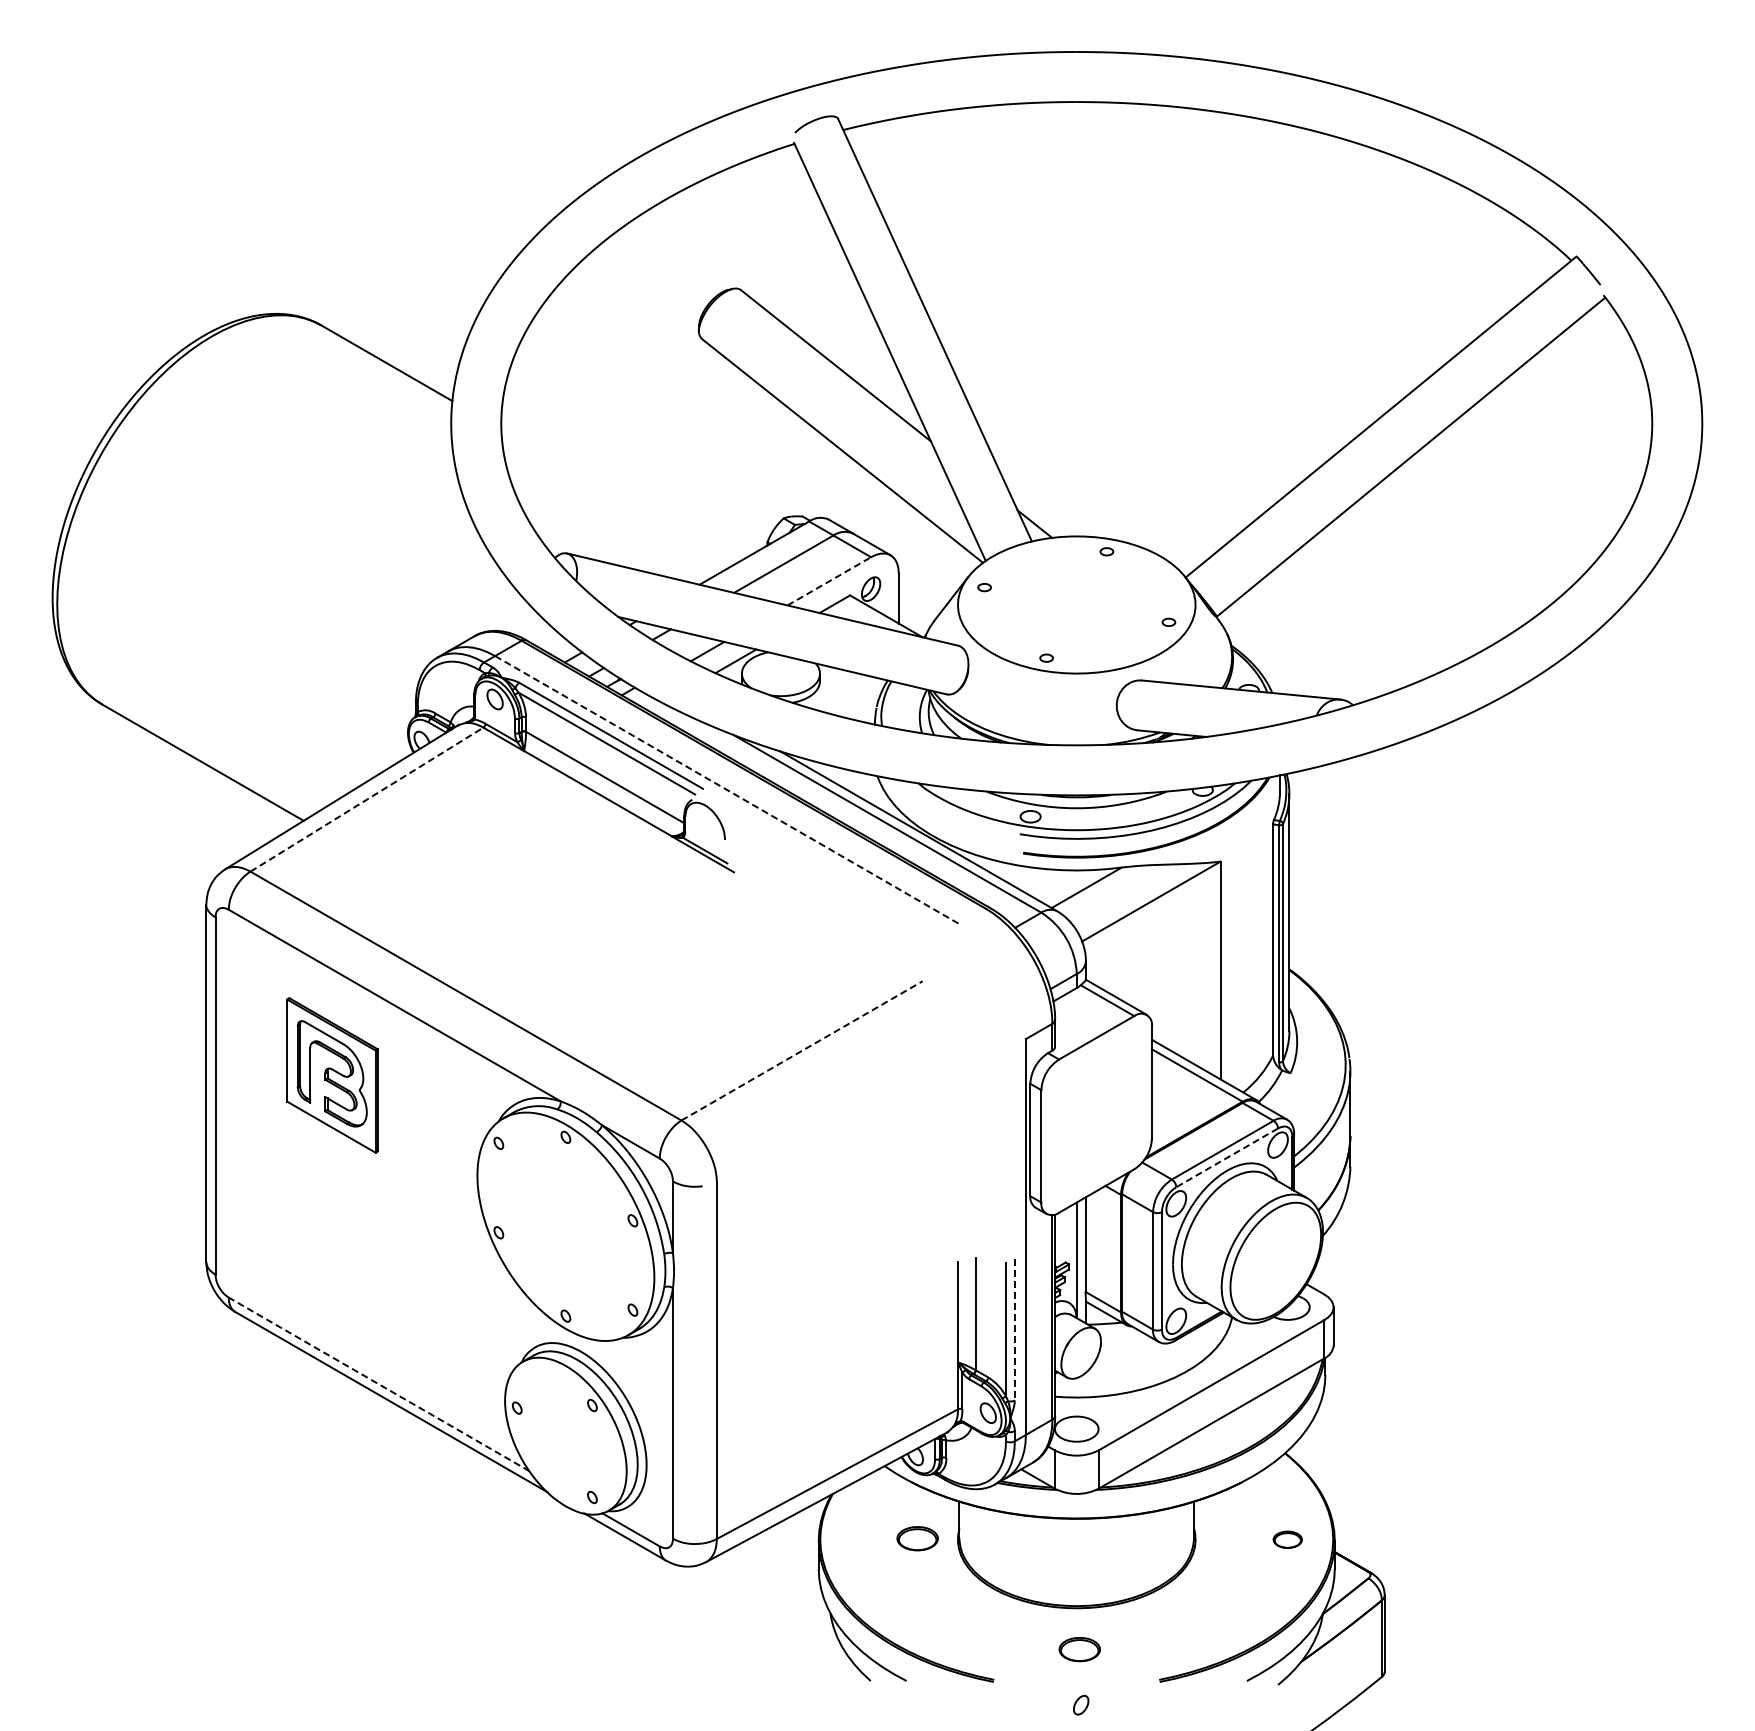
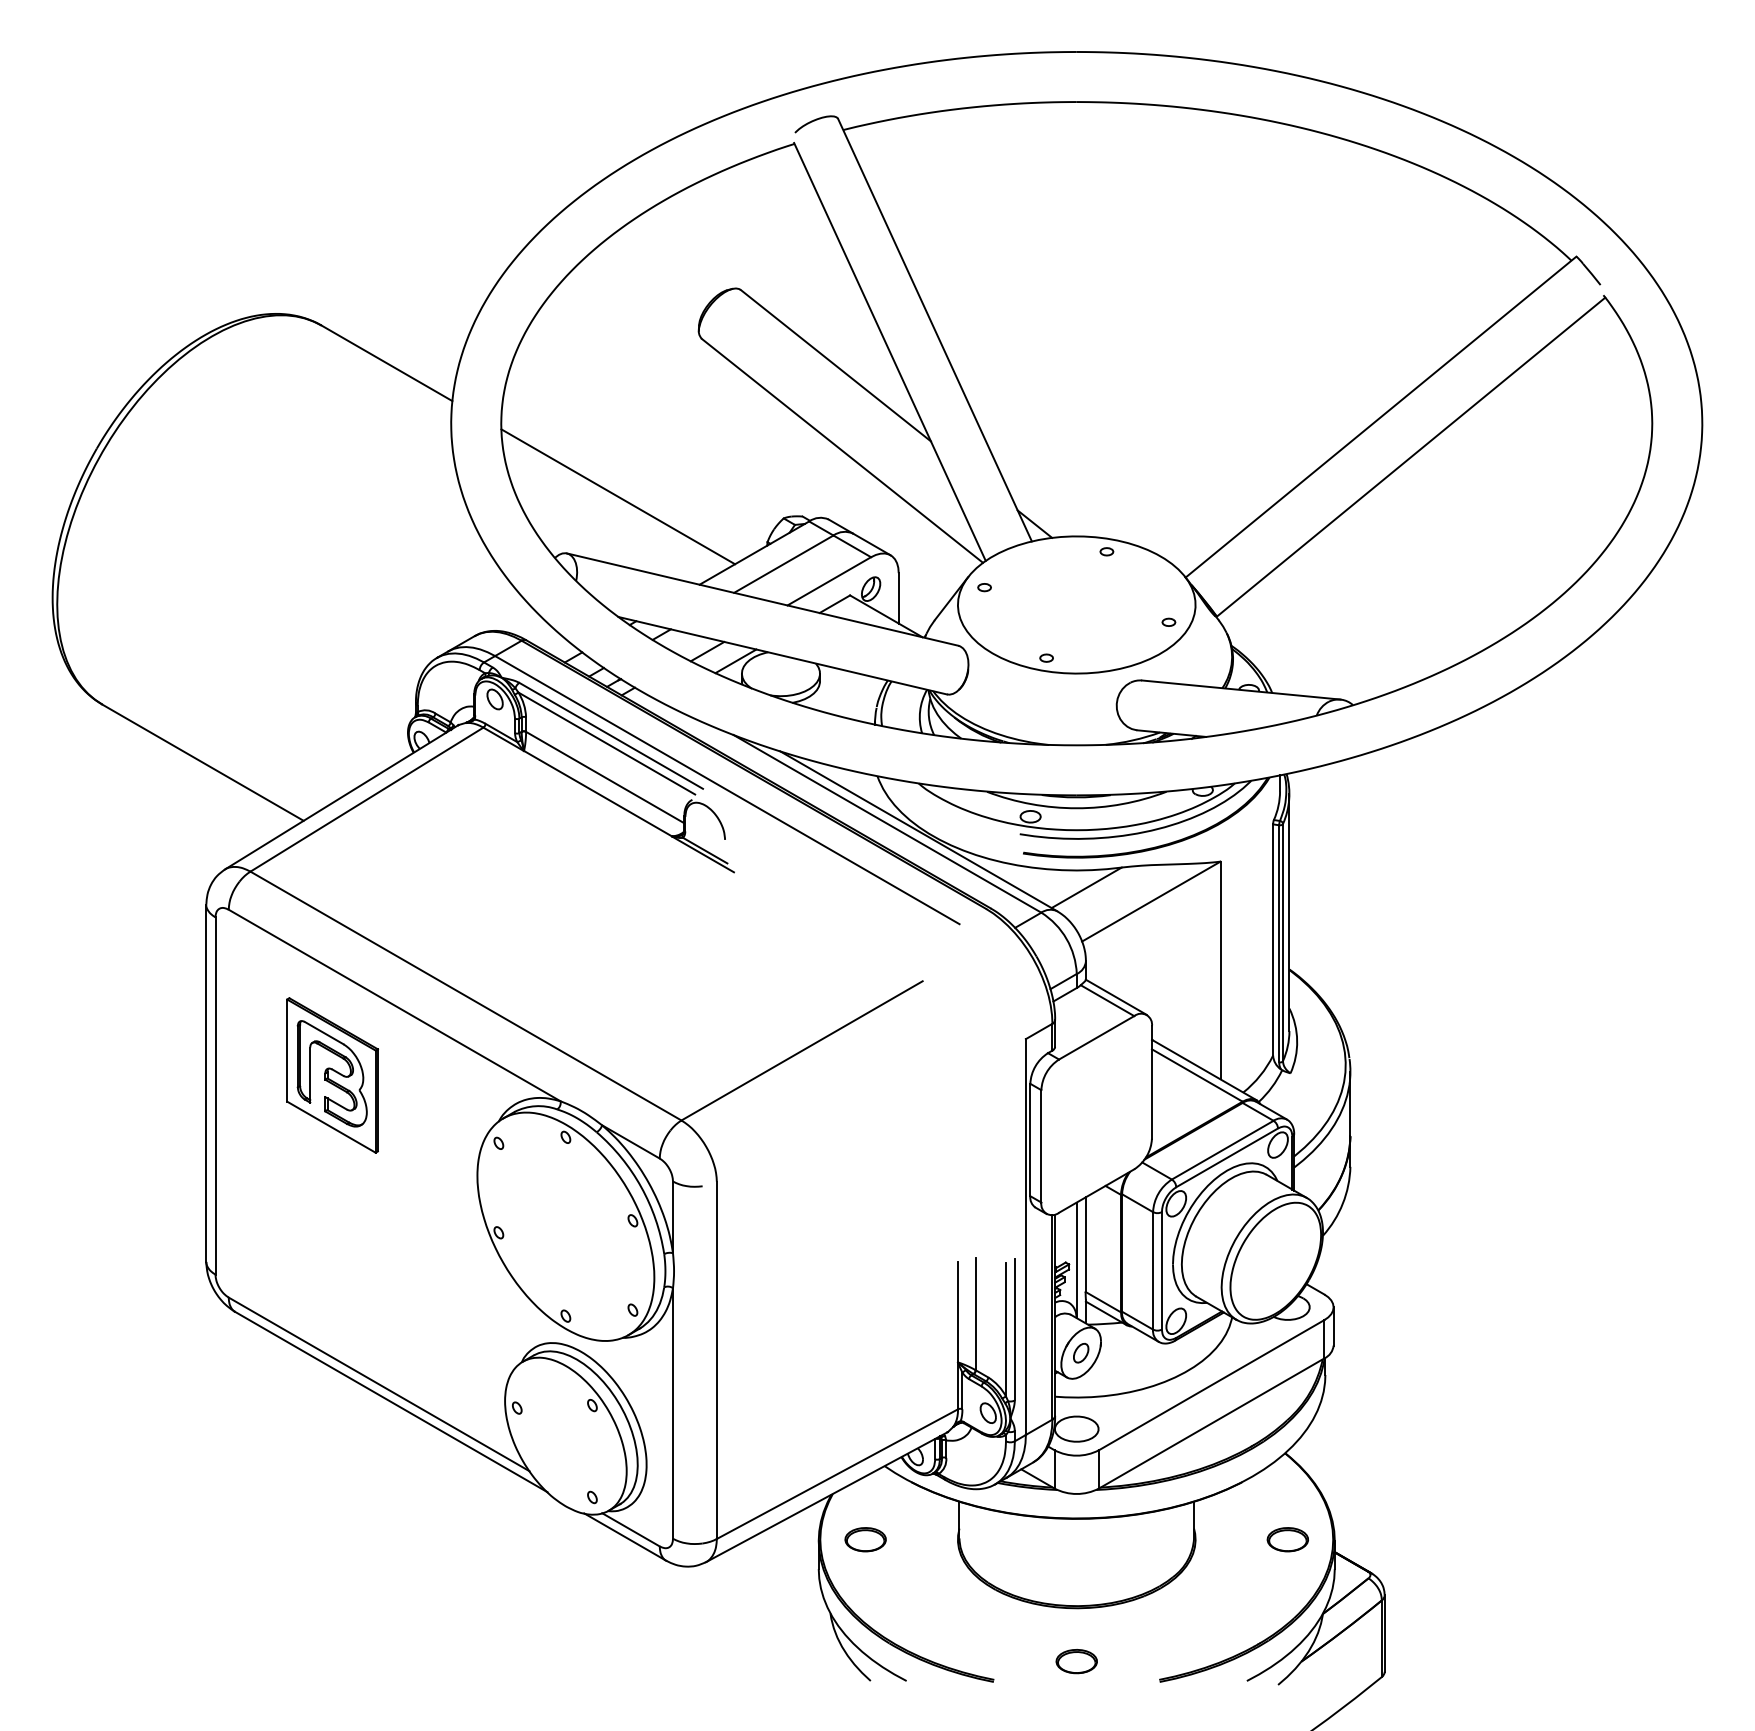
line at (618, 496): none -> present
line at (829, 581): dashed -> solid
line at (727, 790): dashed -> solid
line at (366, 799): dashed -> solid
line at (802, 1050): dashed -> solid
line at (1227, 1157): dashed -> solid
line at (1014, 1329): dashed -> solid
line at (379, 1384): dashed -> solid
part at (917, 1538) position: (917, 1538) -> (865, 1539)
part at (1287, 1539) size: 31x19 px -> 43x26 px
part at (1079, 1649) position: (1079, 1649) -> (1076, 1661)
part at (1081, 1705) position: (1081, 1705) -> (1081, 1353)
